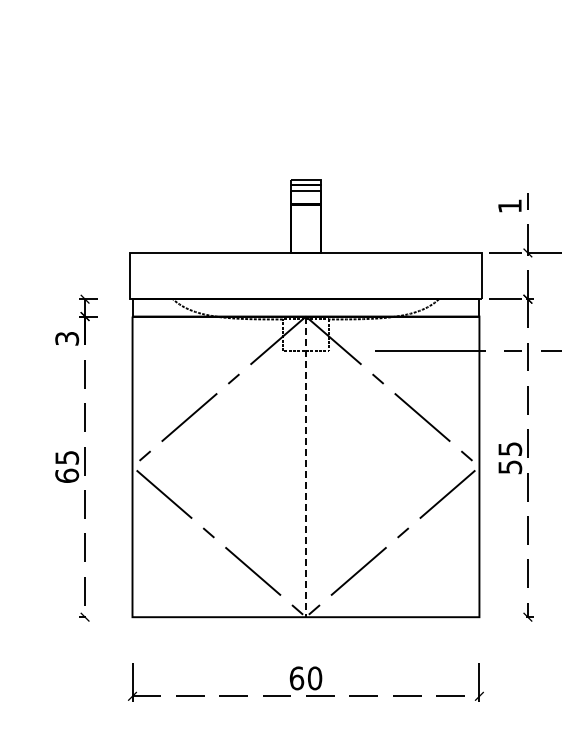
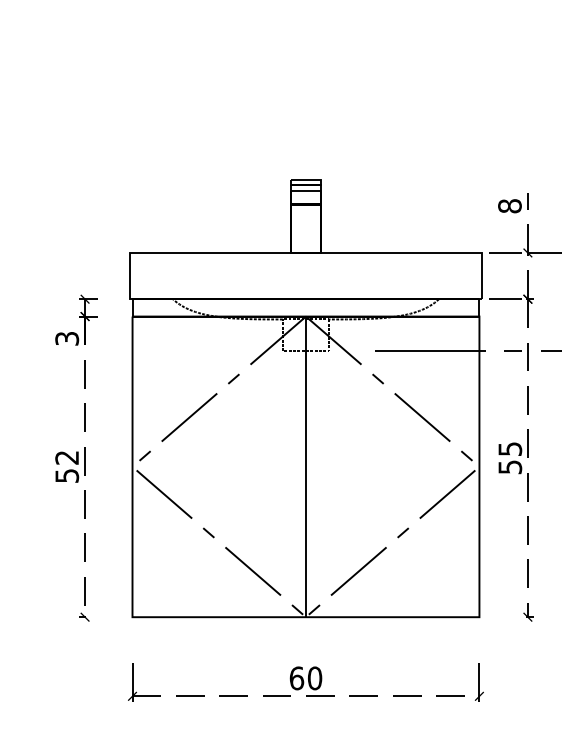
text at (509, 206): 1 -> 8
text at (67, 466): 65 -> 52
line at (306, 467): dashed -> solid
